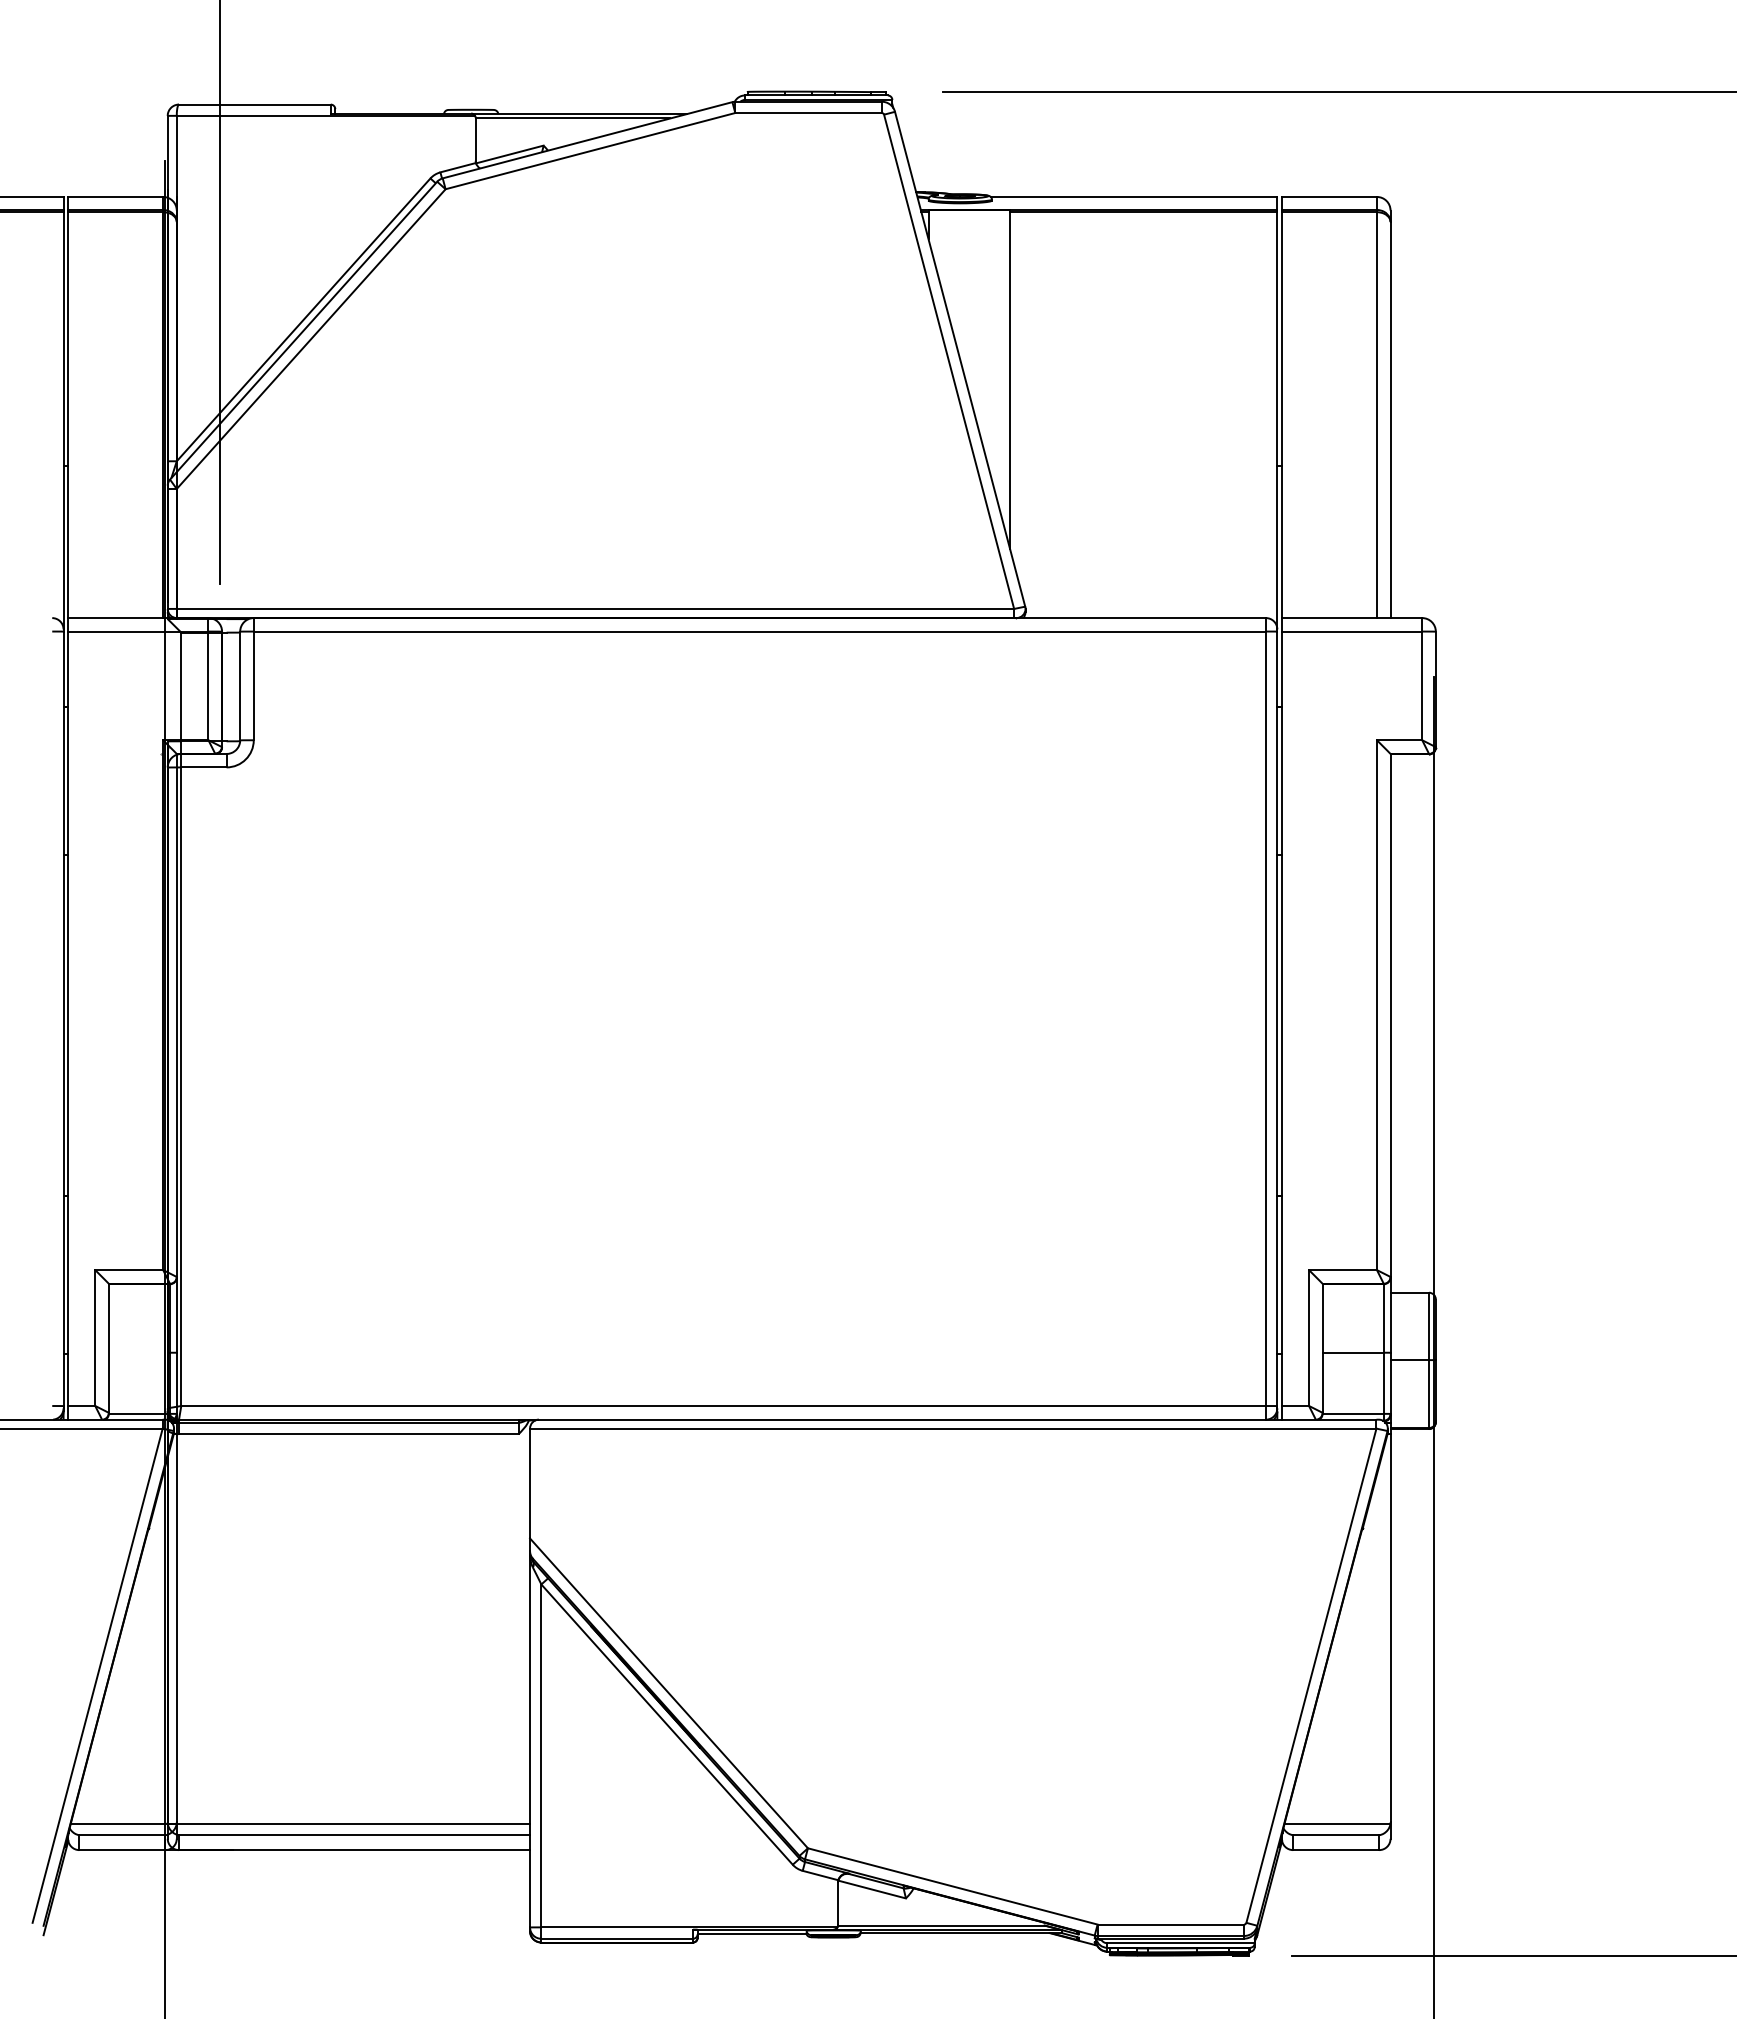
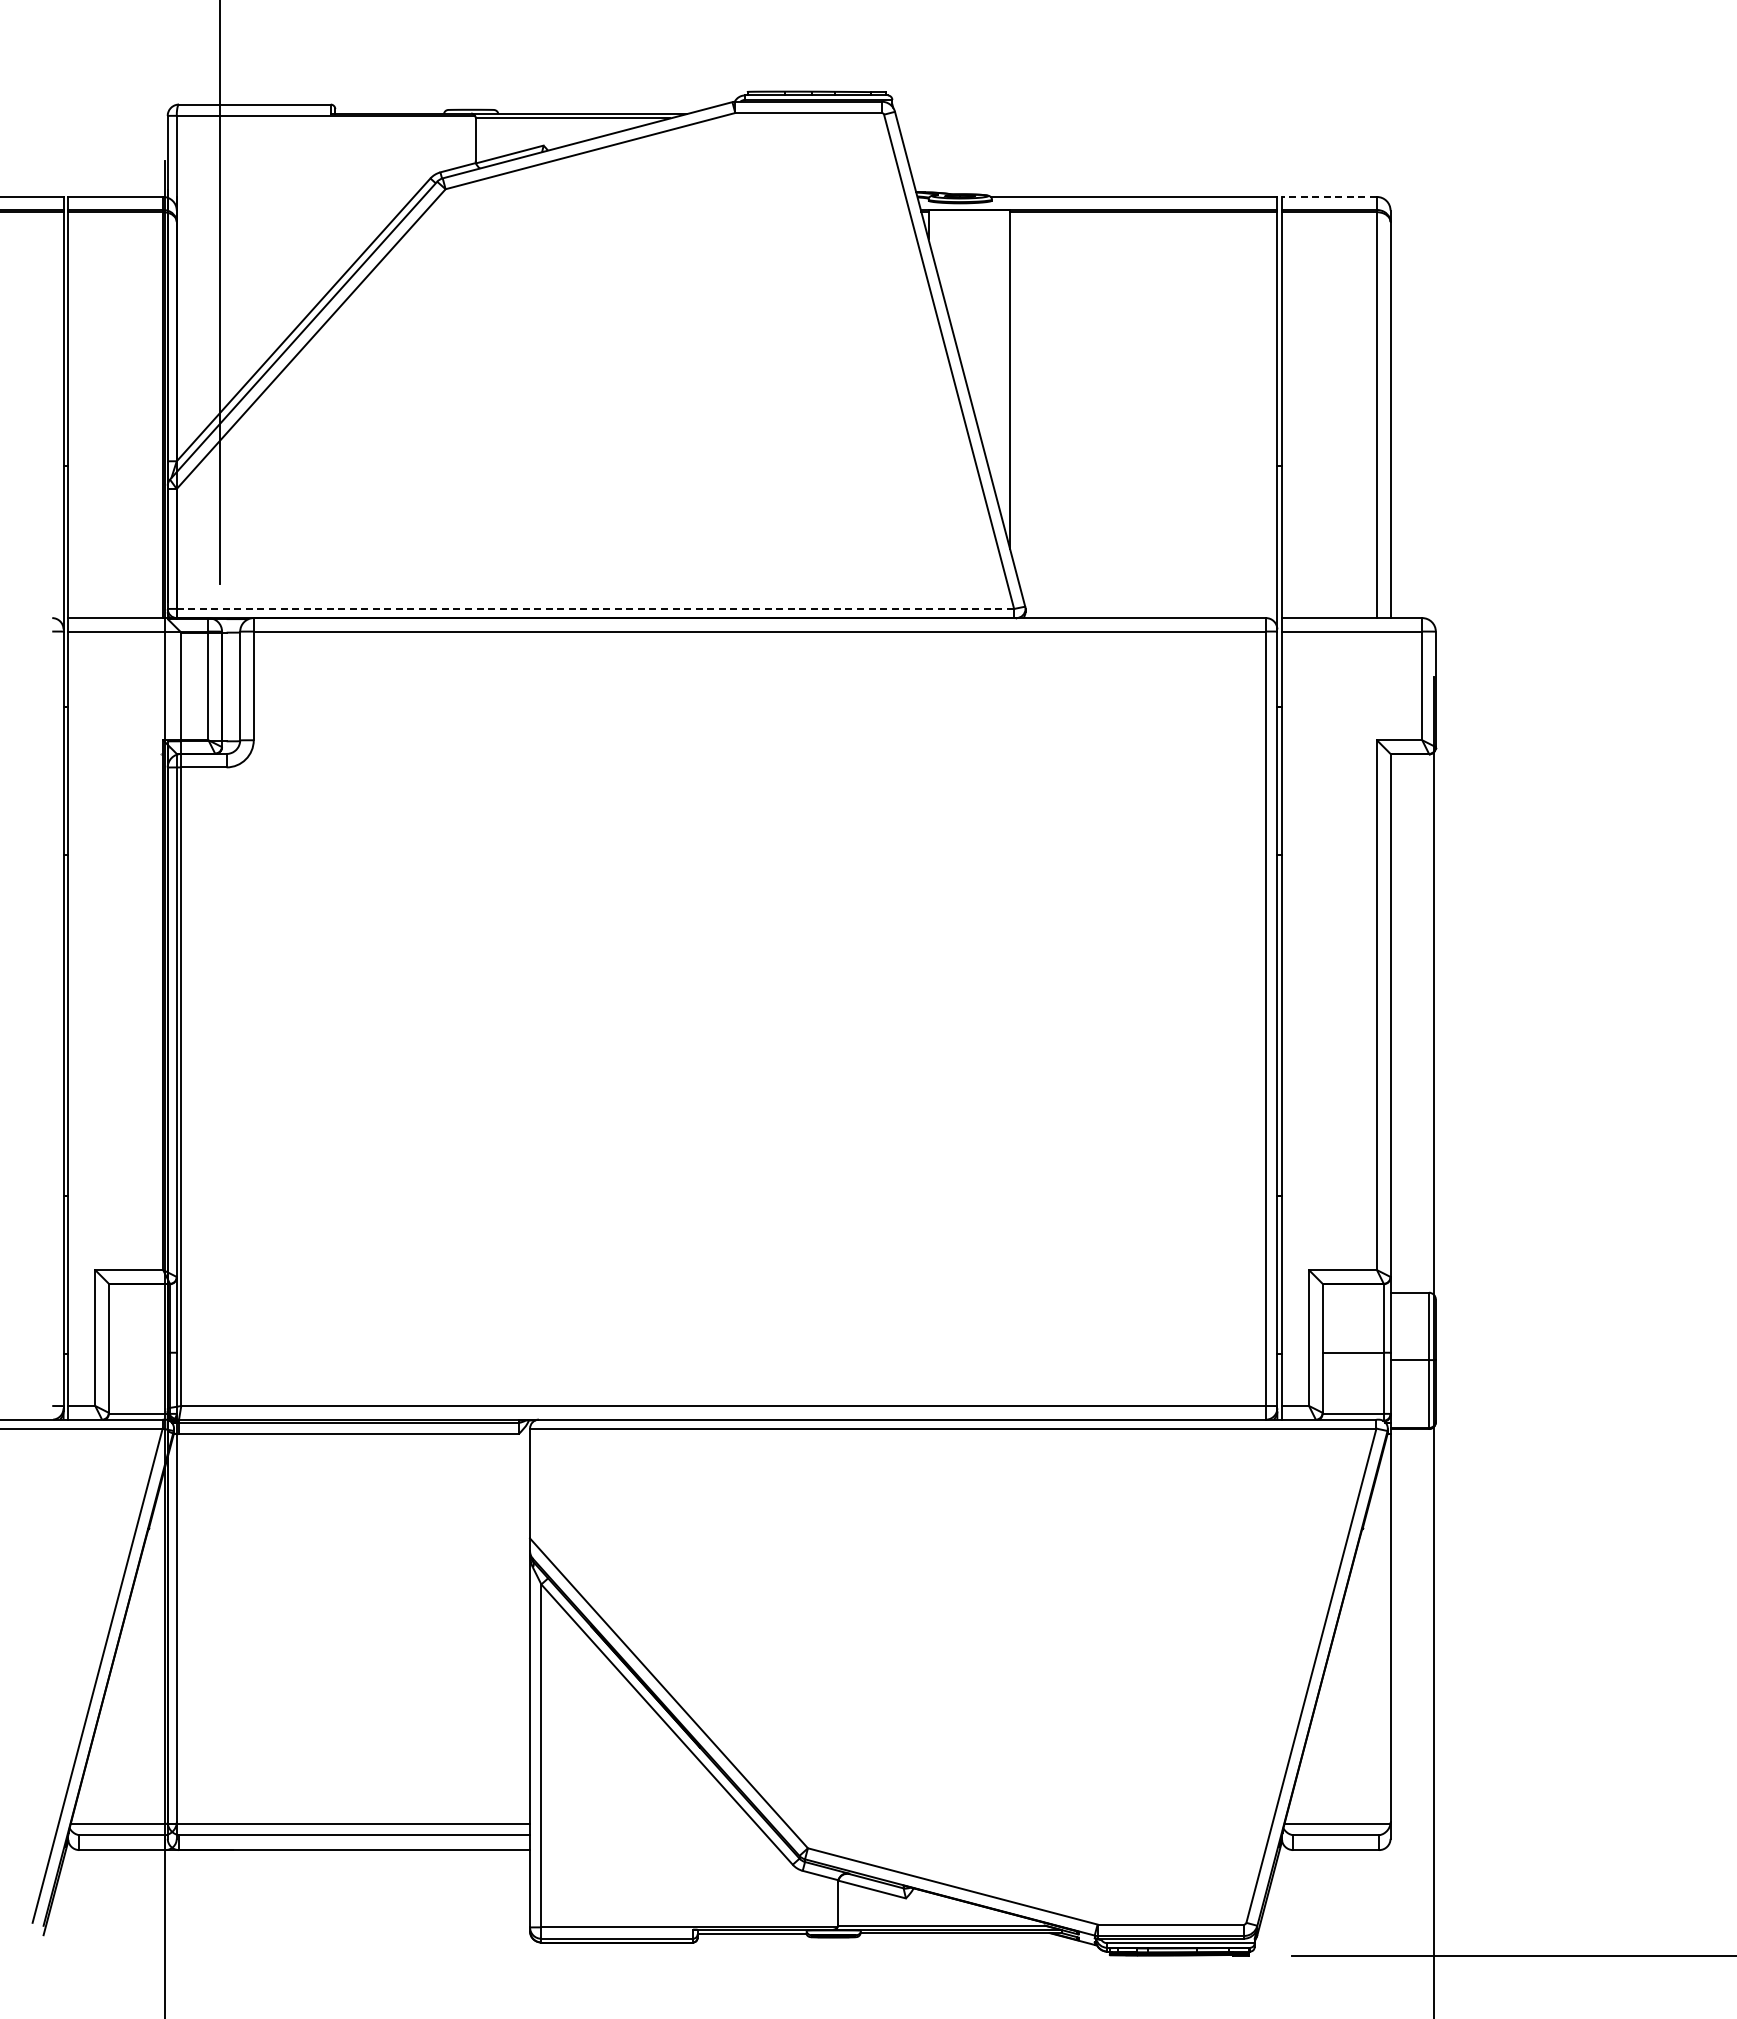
line at (1338, 91): present -> none
line at (1329, 196): solid -> dashed
line at (595, 608): solid -> dashed
